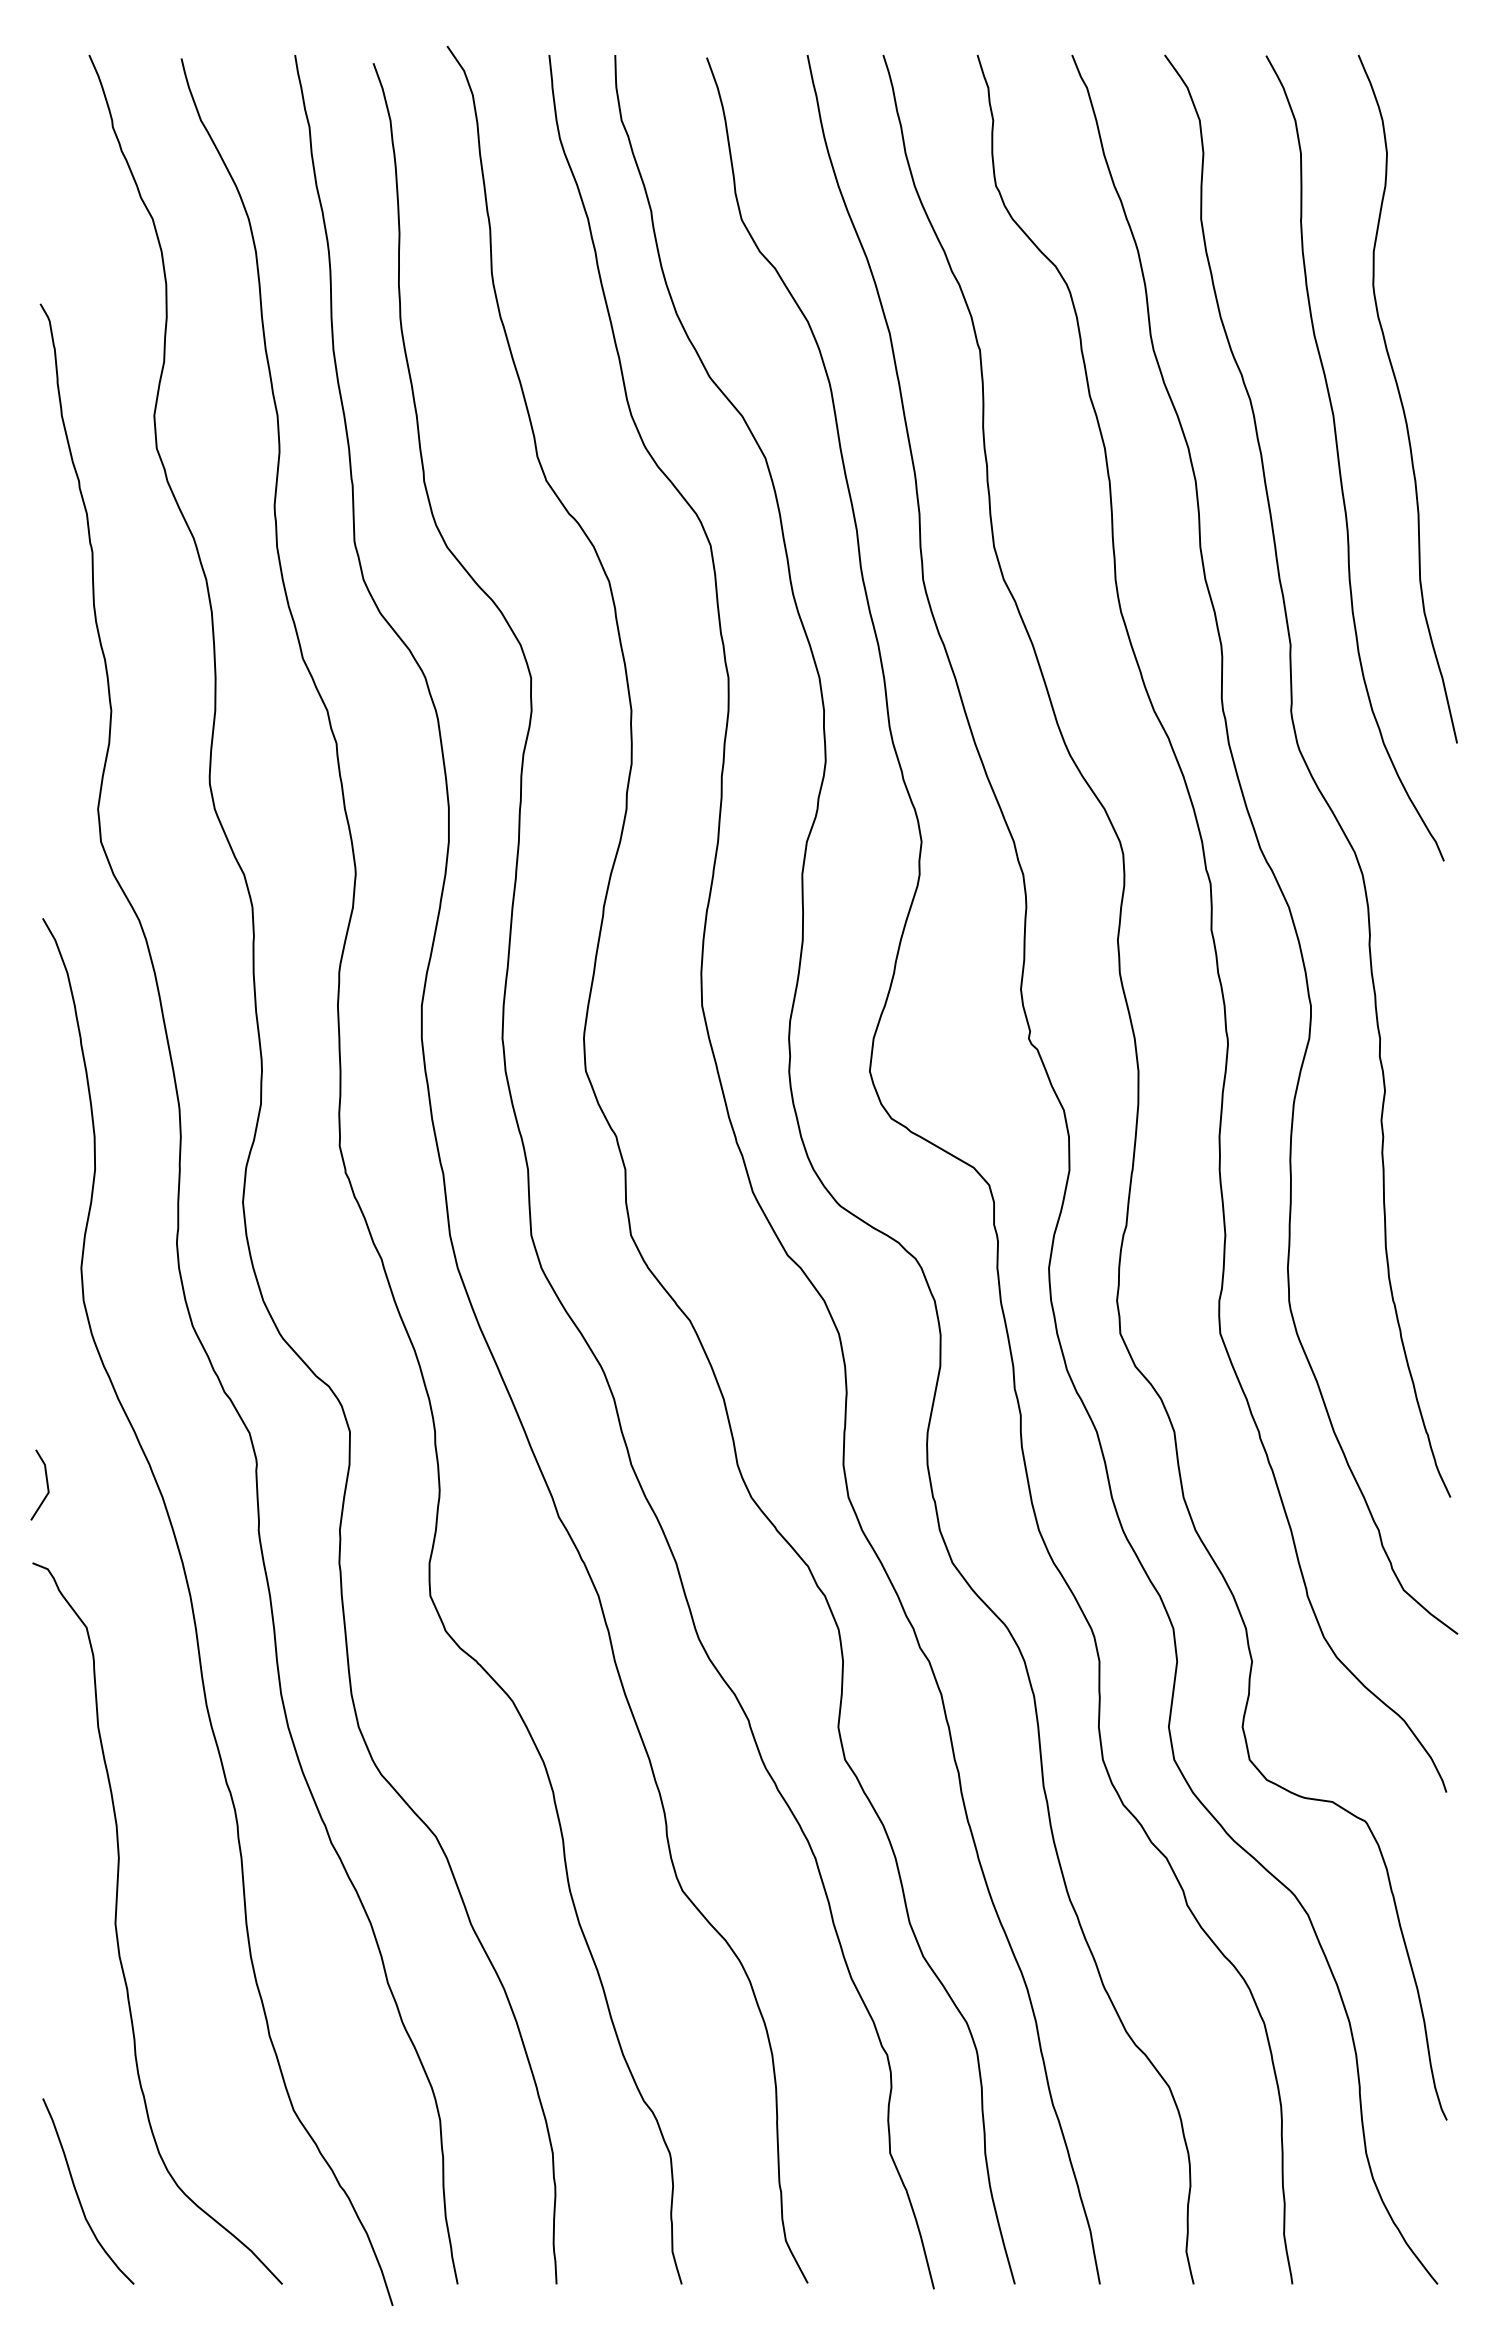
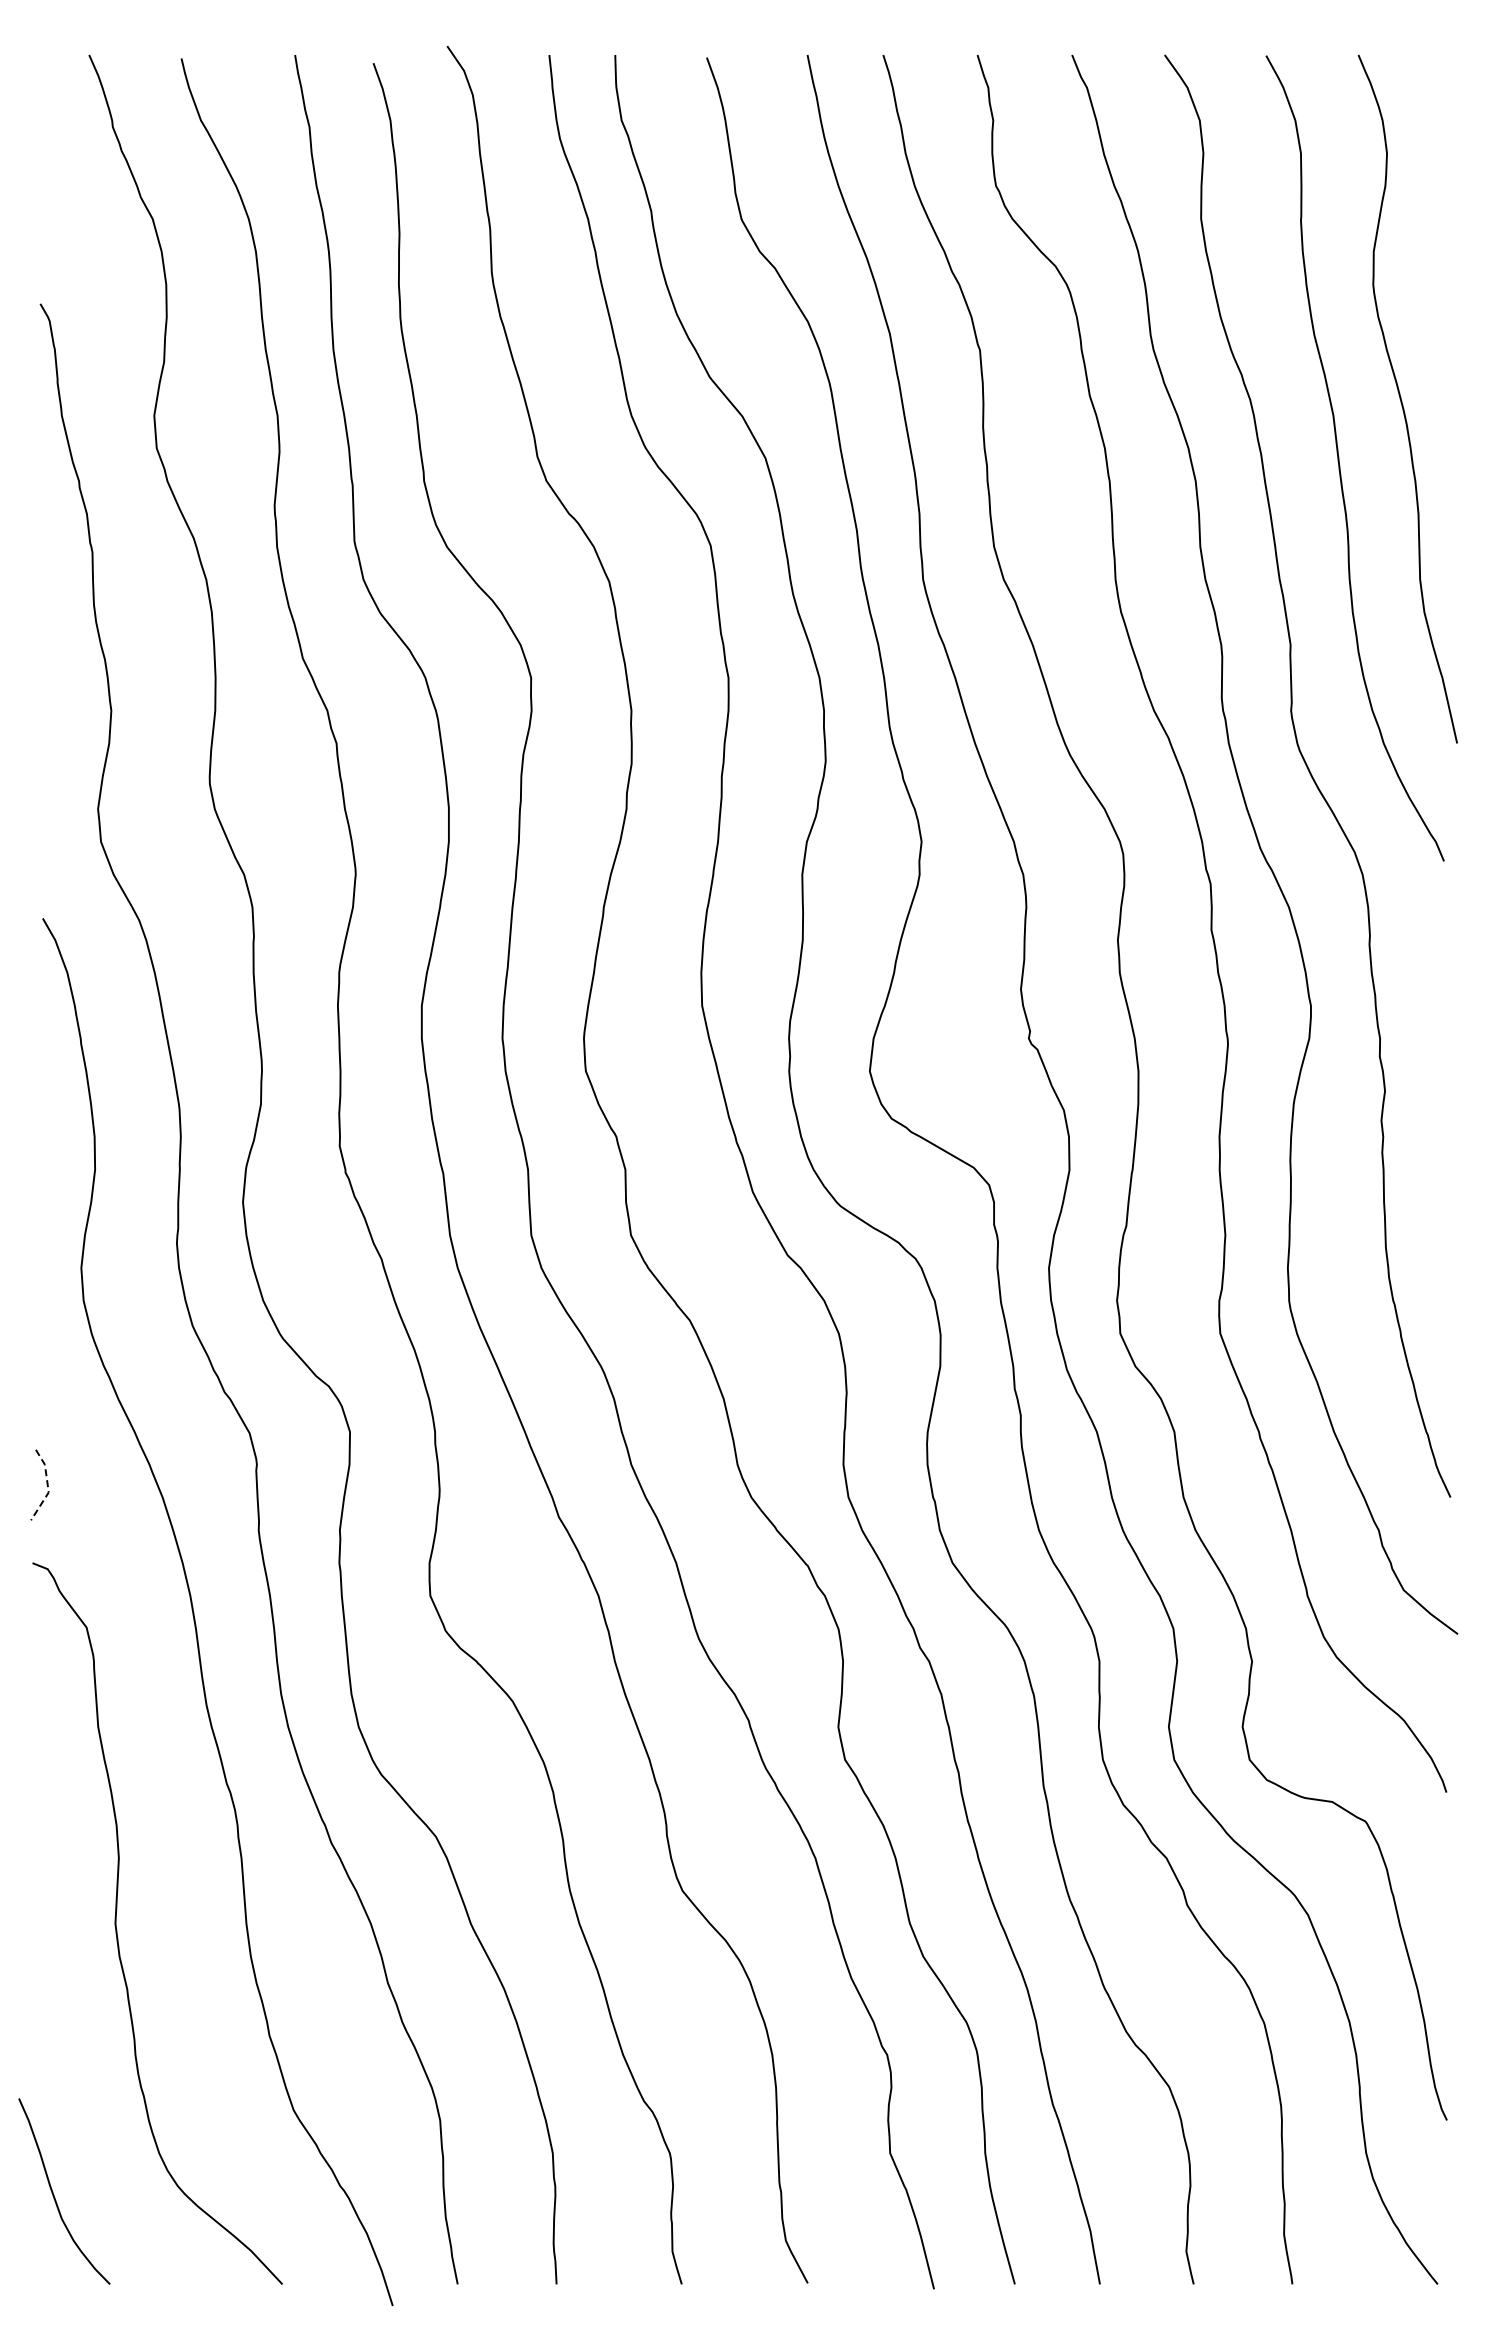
line at (47, 1486): solid -> dashed
curve at (78, 2194) position: (78, 2194) -> (54, 2194)
